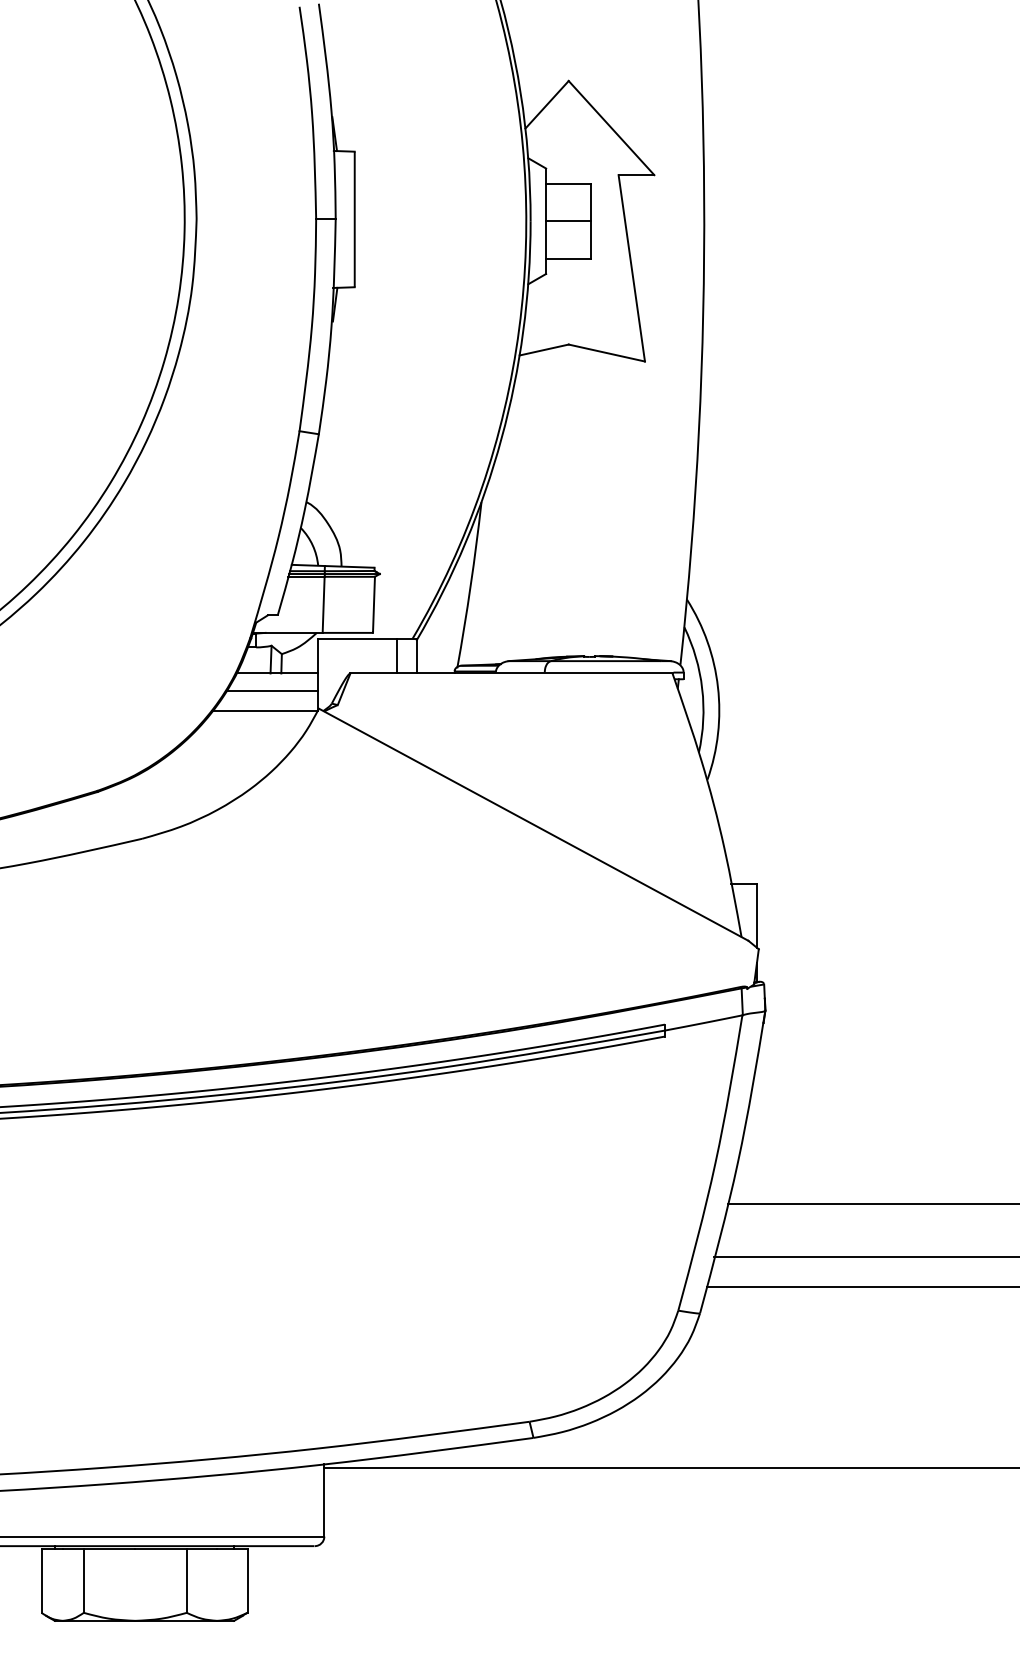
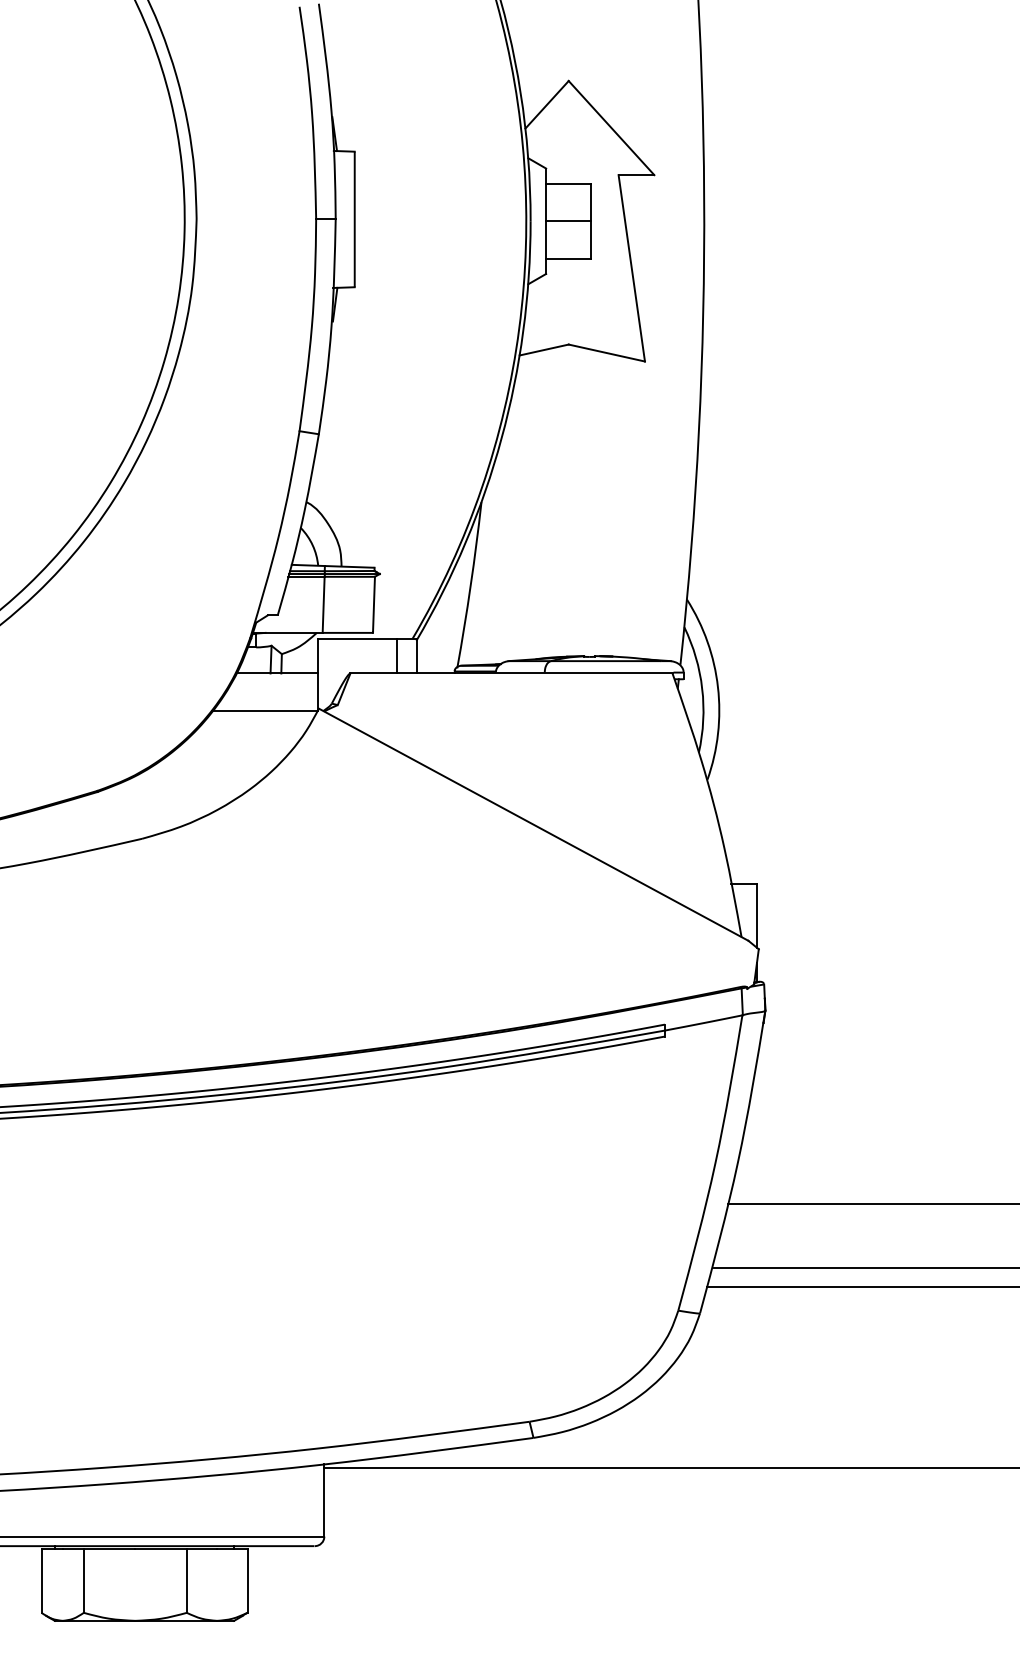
line at (271, 690): present -> none
line at (865, 1256) position: (865, 1256) -> (865, 1267)
